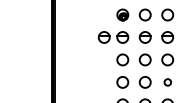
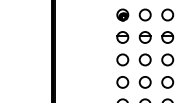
part at (103, 37): present -> none
circle at (167, 82) size: 9x9 px -> 14x13 px
